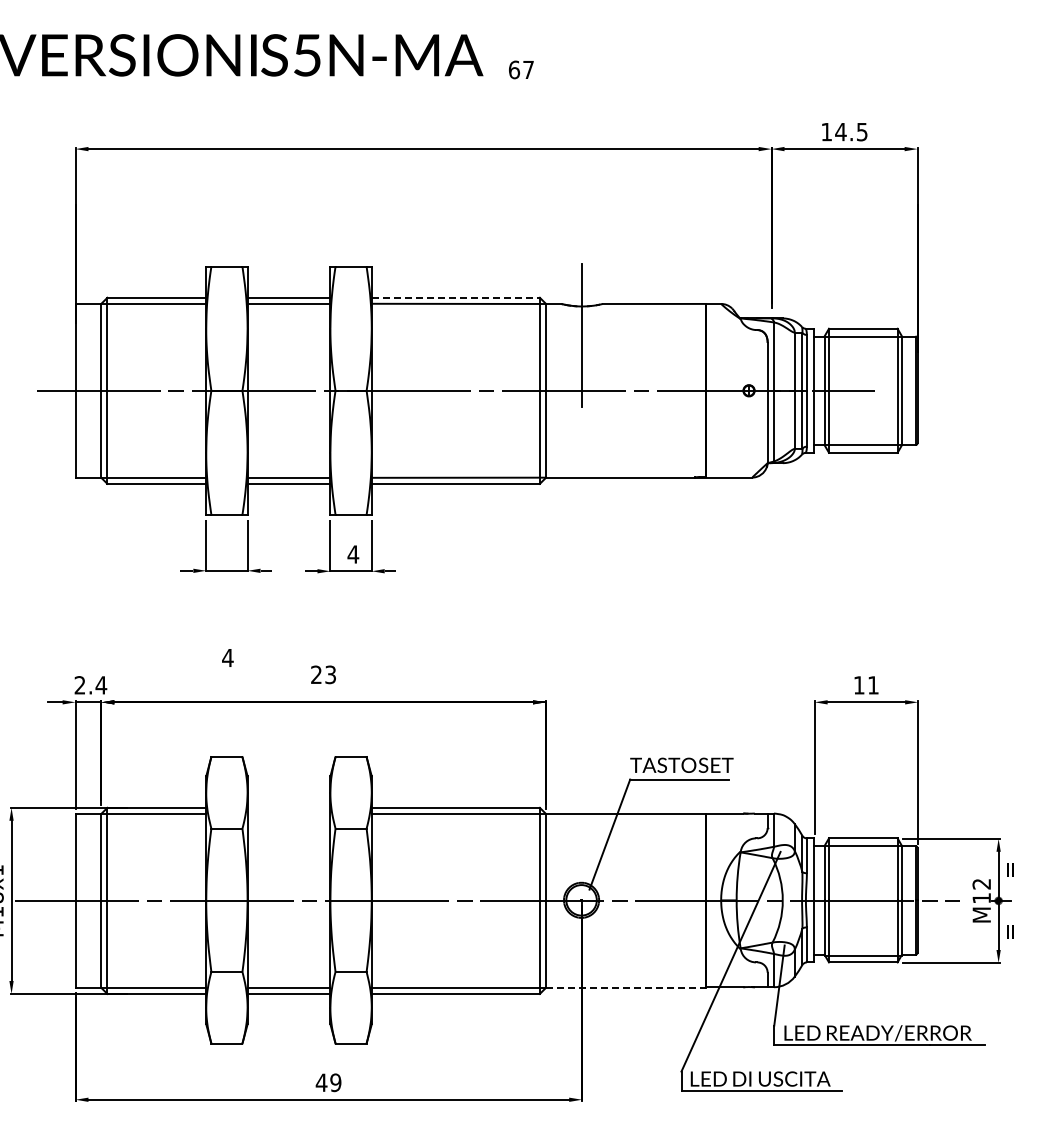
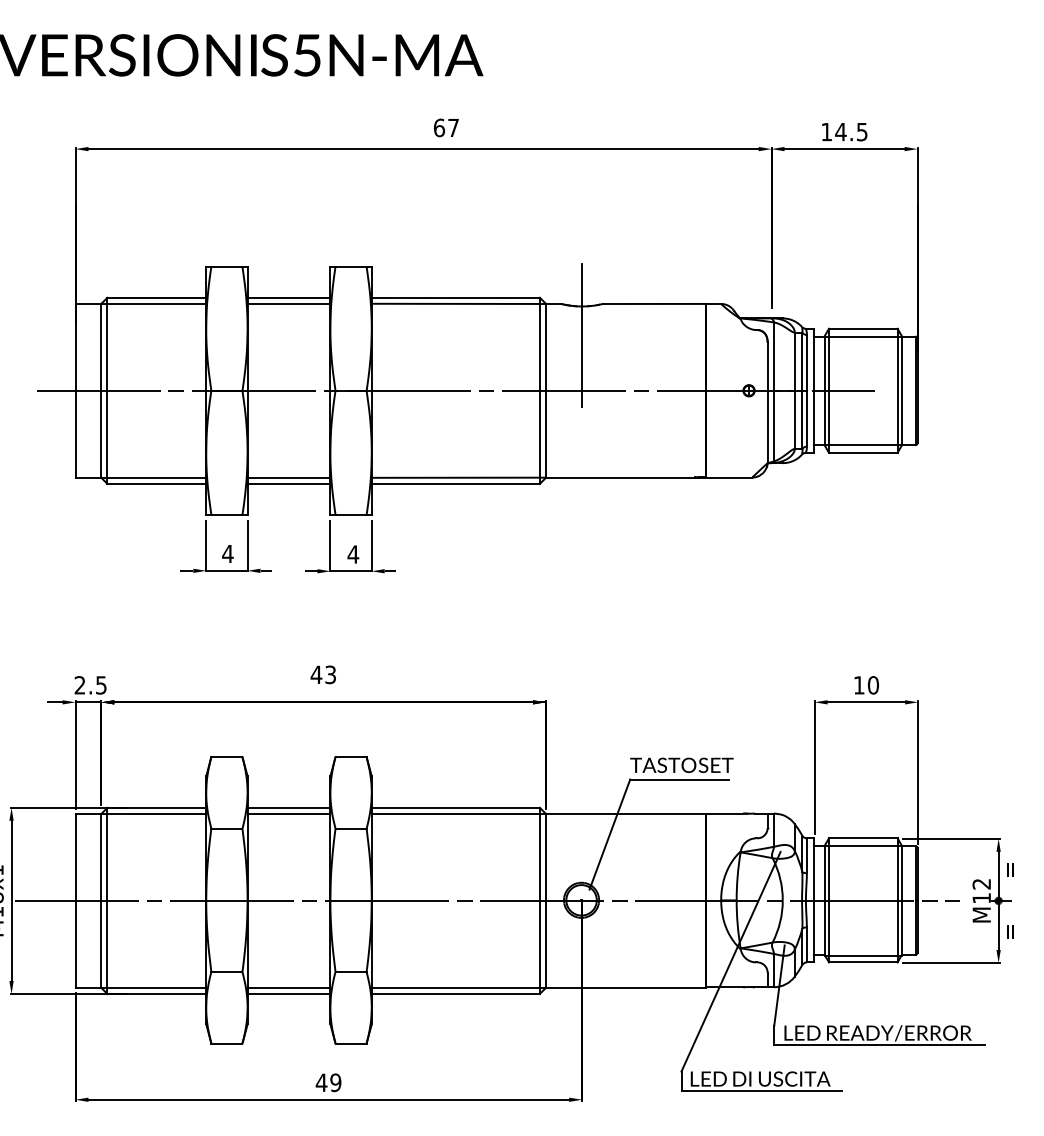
text at (521, 69) position: (521, 69) -> (446, 127)
line at (456, 297): dashed -> solid
text at (227, 657) position: (227, 657) -> (227, 553)
text at (316, 674): 23 -> 43
text at (101, 685): 2.4 -> 2.5
text at (873, 685): 11 -> 10
line at (288, 807): none -> present
line at (288, 814): none -> present
line at (626, 987): dashed -> solid
